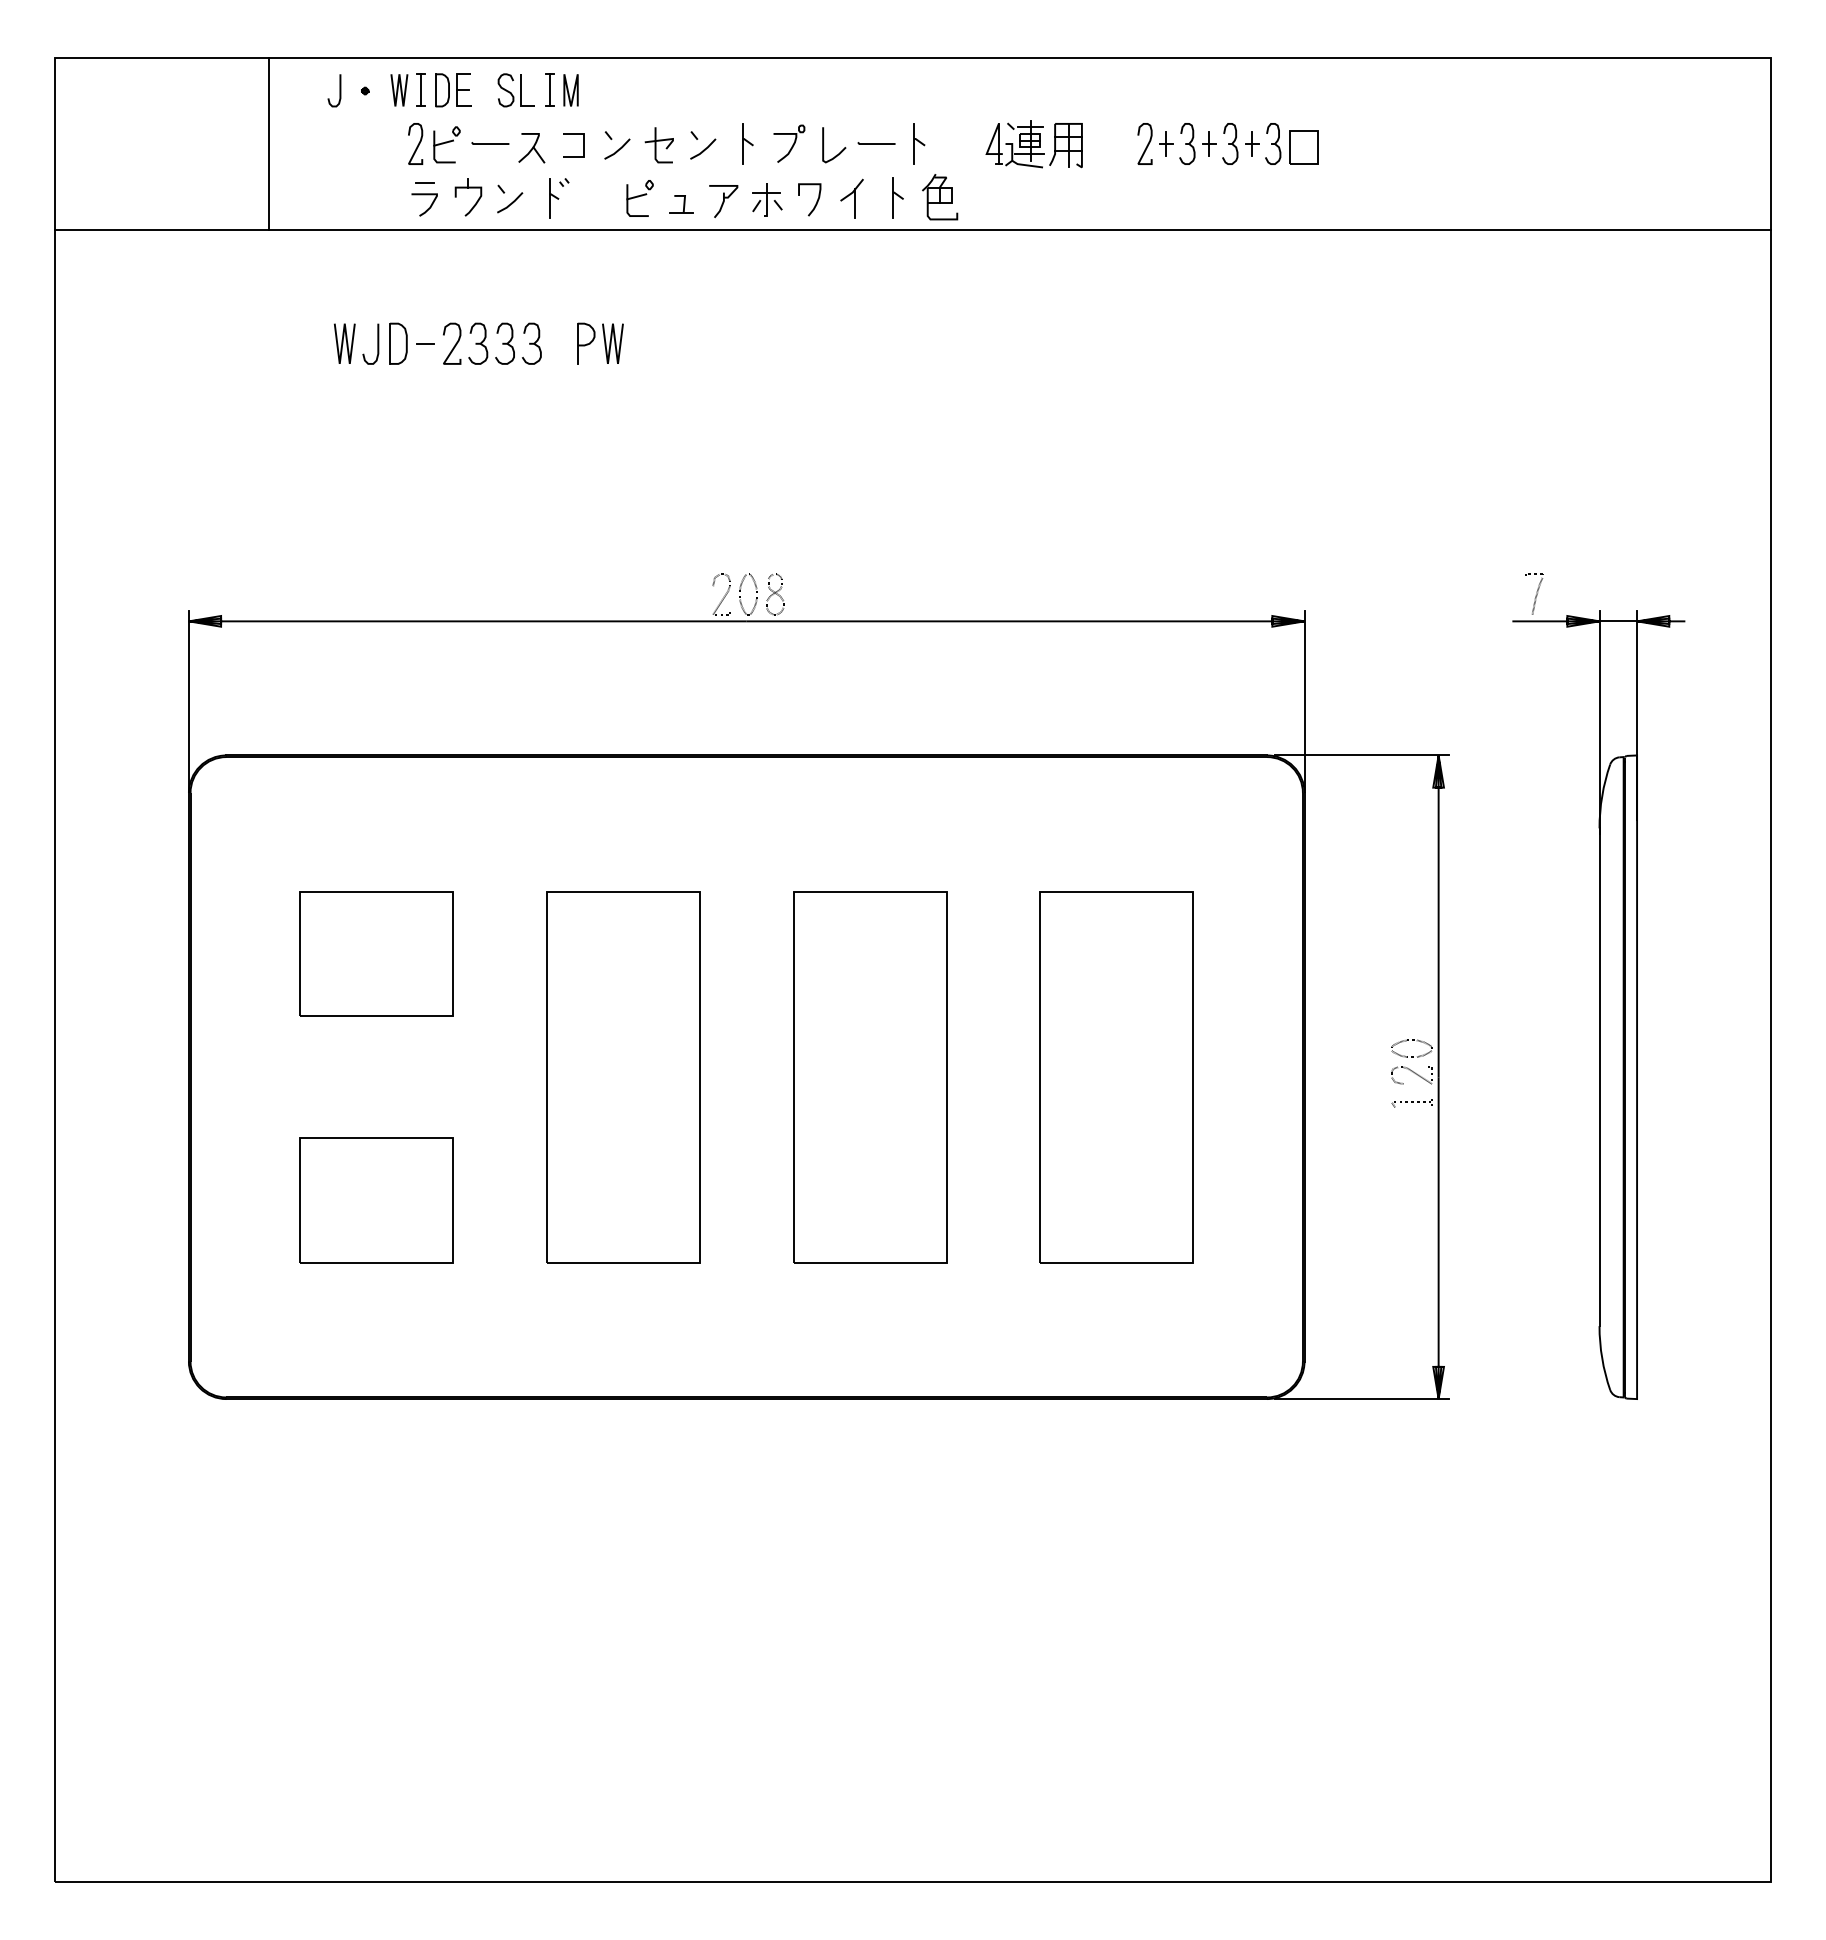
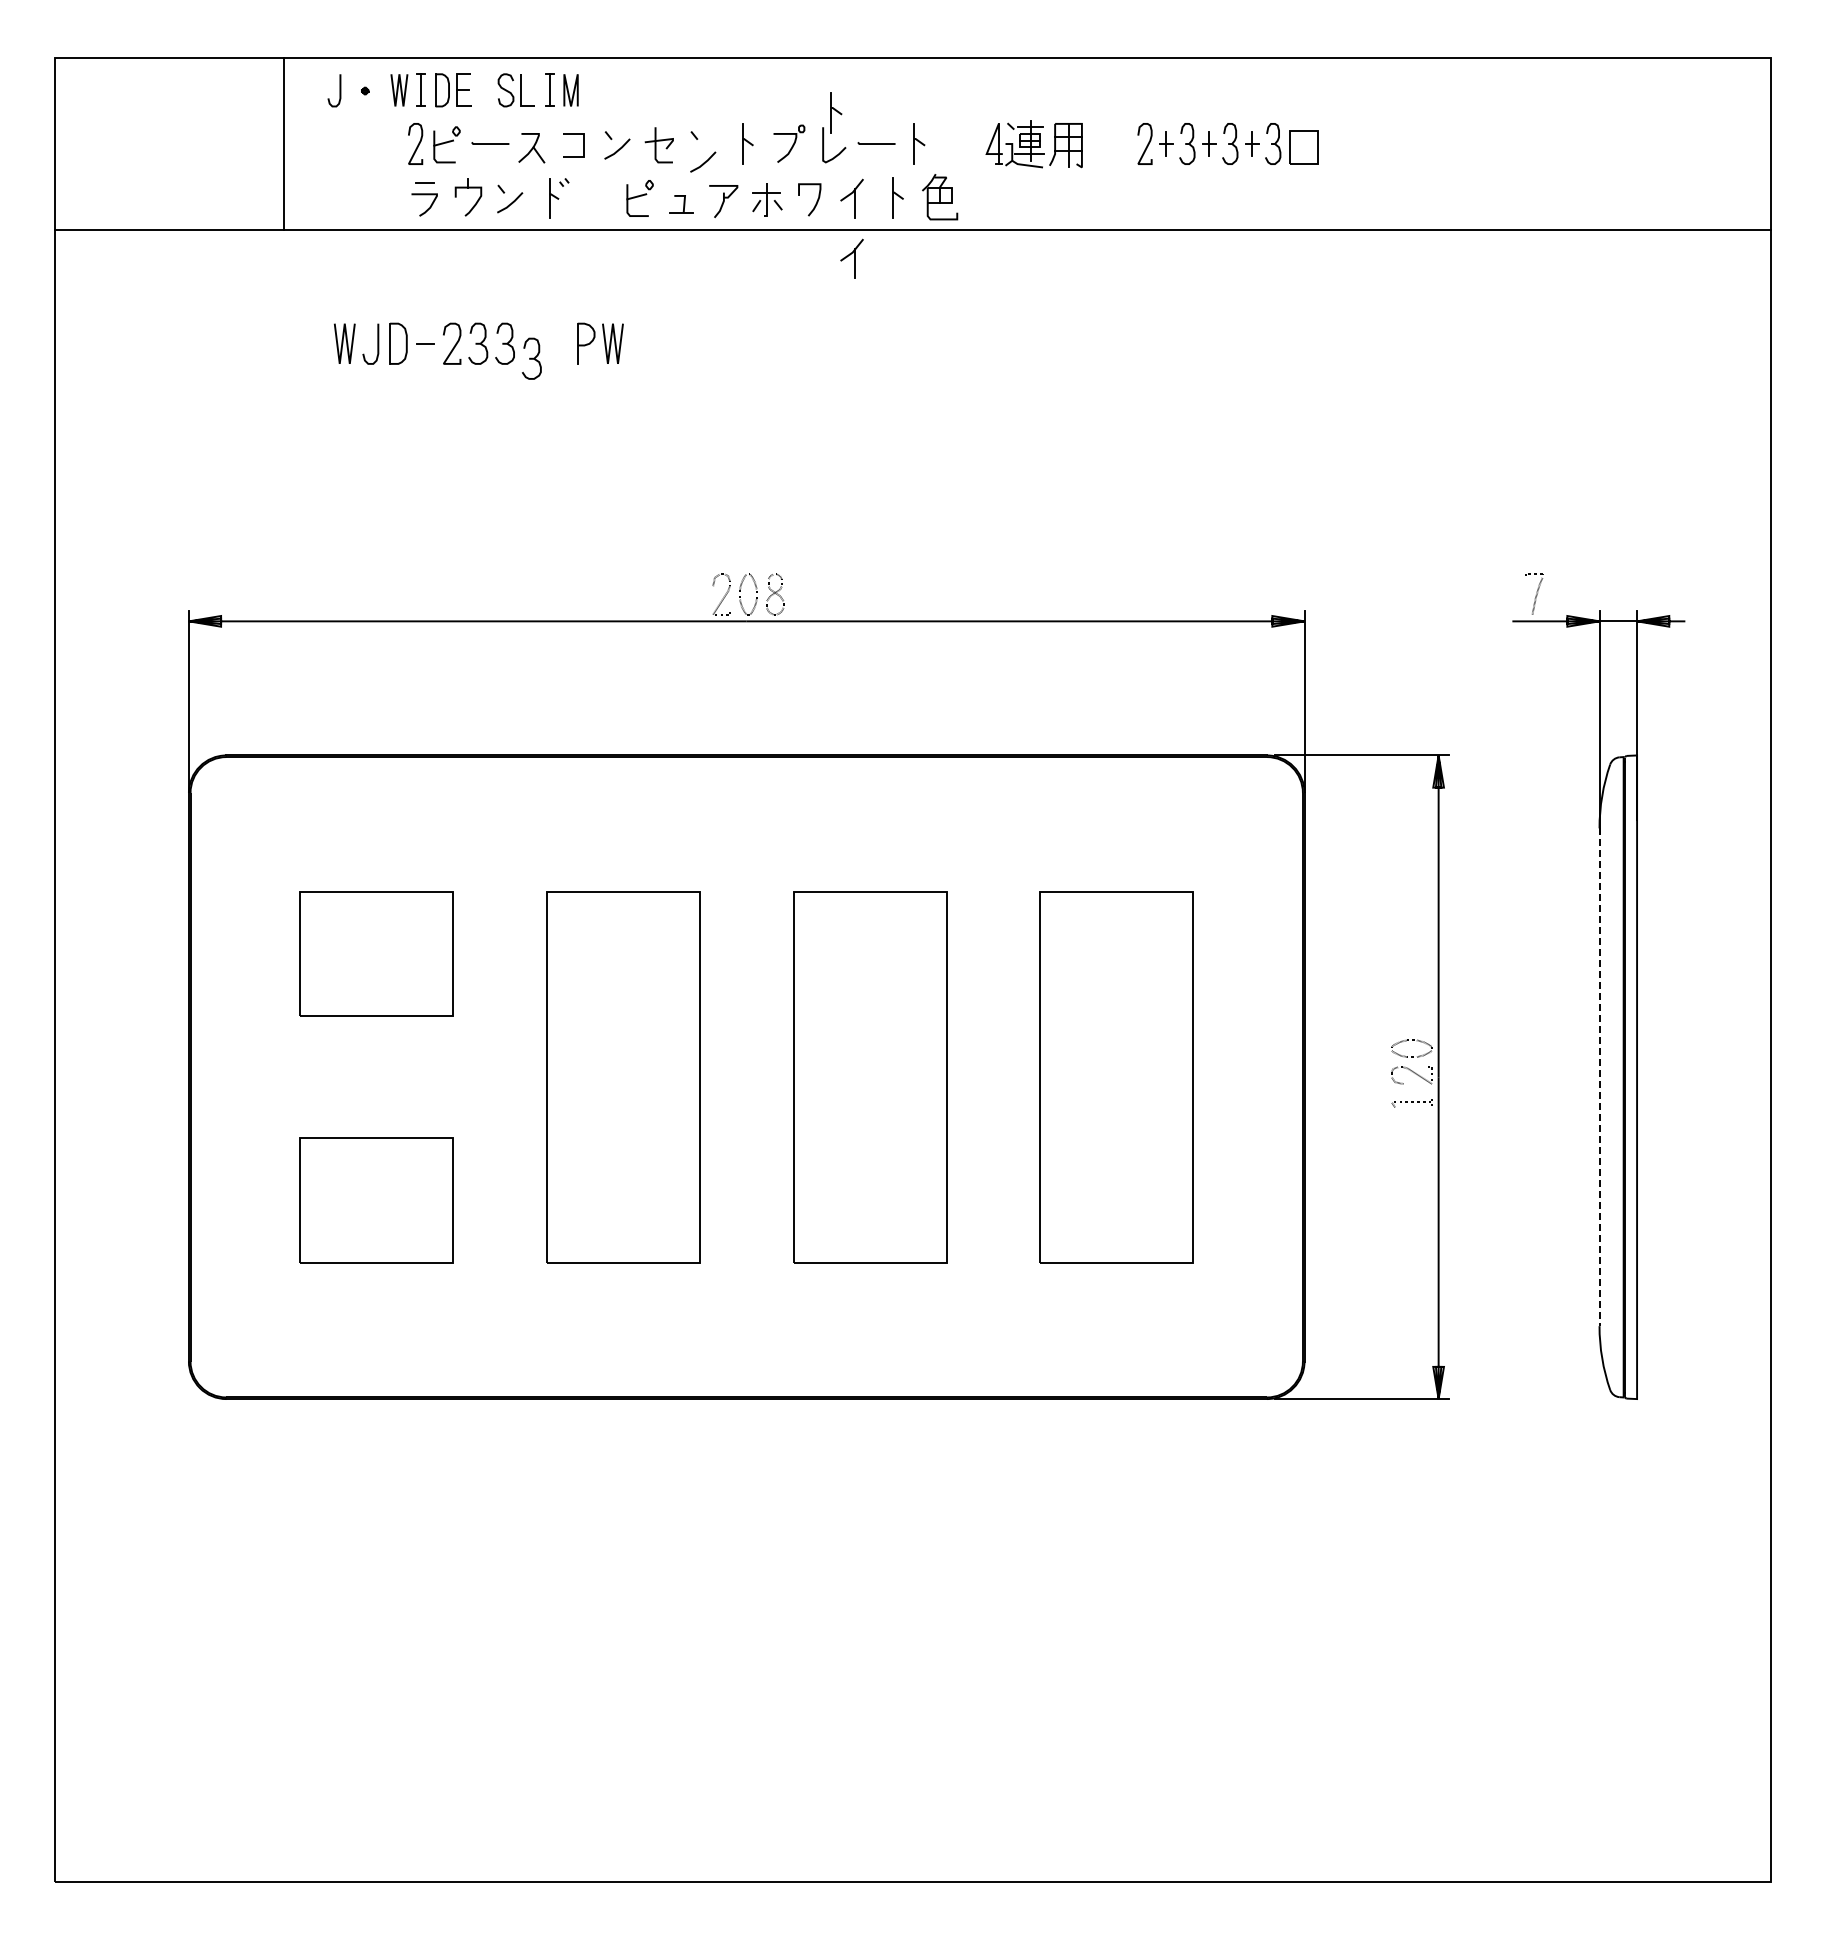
part at (836, 112): none -> present
line at (269, 143) position: (269, 143) -> (284, 143)
line at (704, 148) position: (704, 148) -> (704, 161)
part at (851, 258): none -> present
part at (531, 343) position: (531, 343) -> (531, 358)
line at (1599, 1077): solid -> dashed
